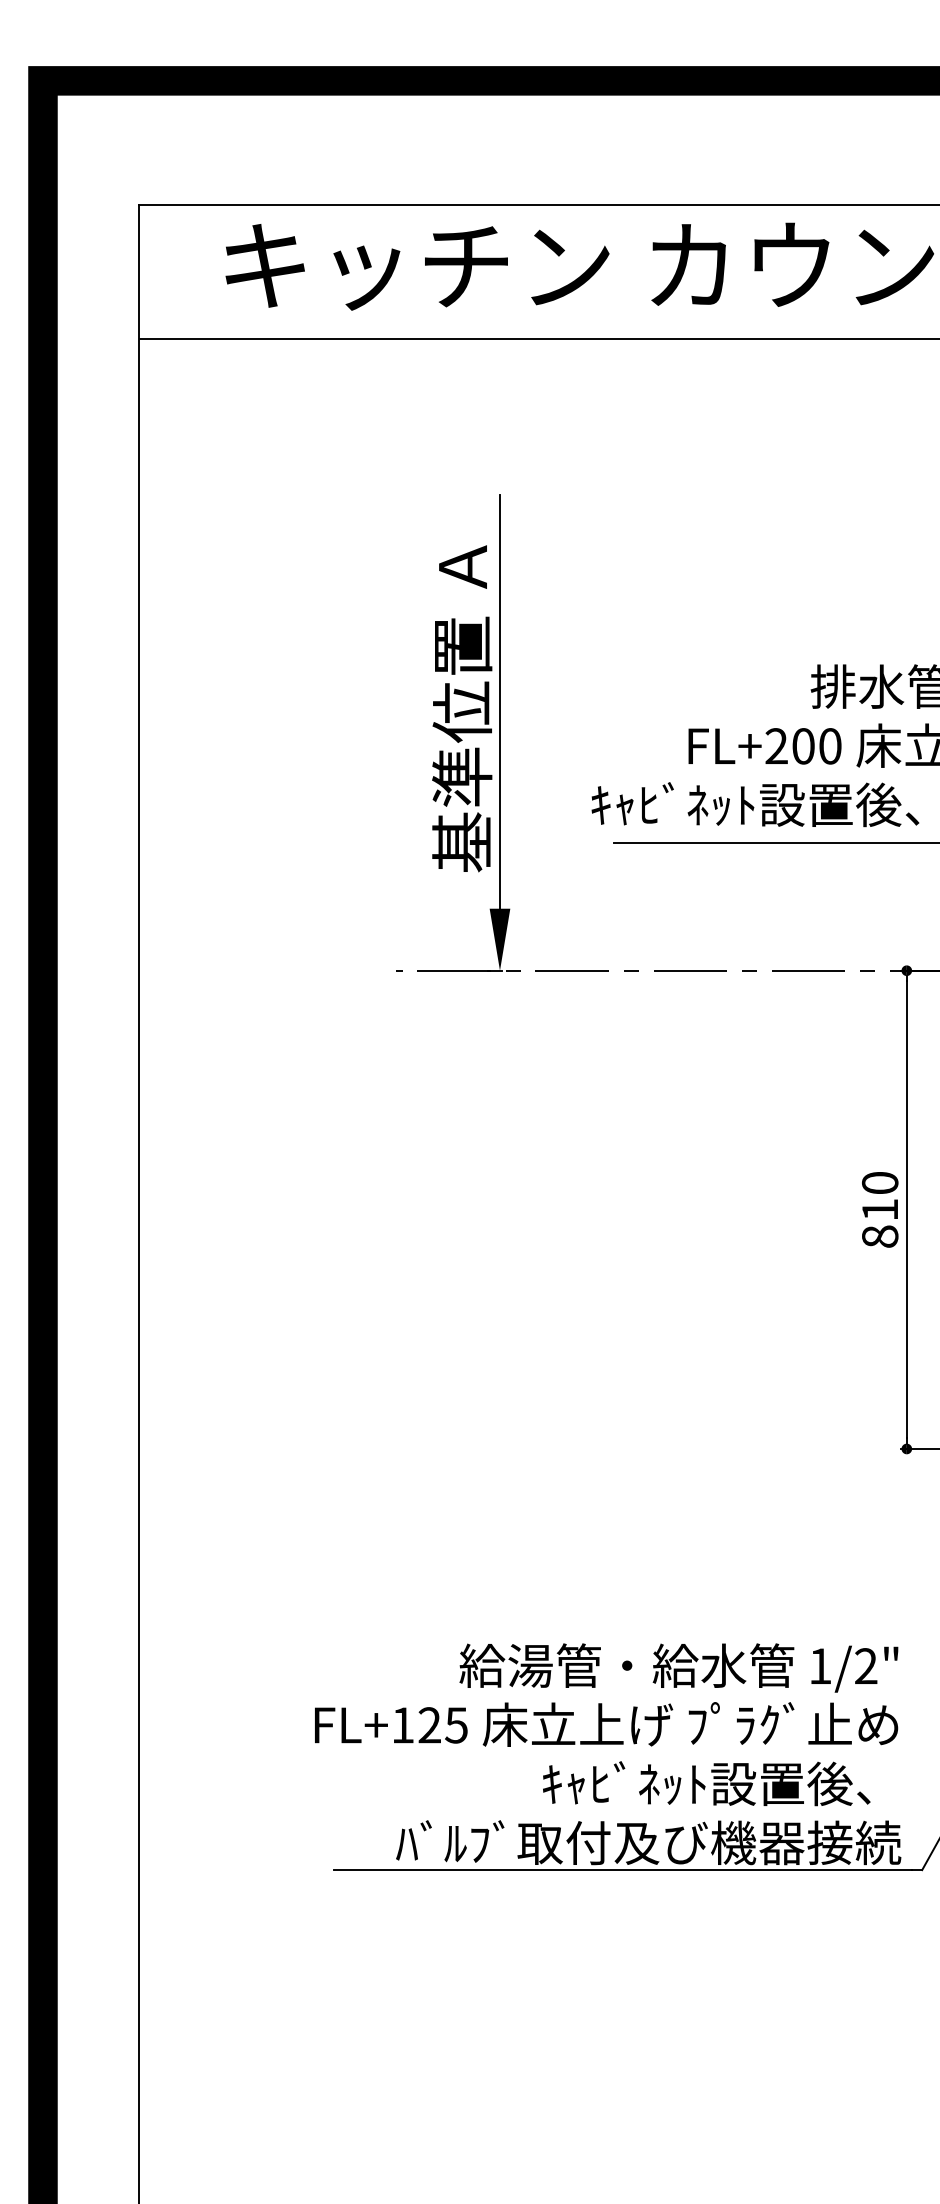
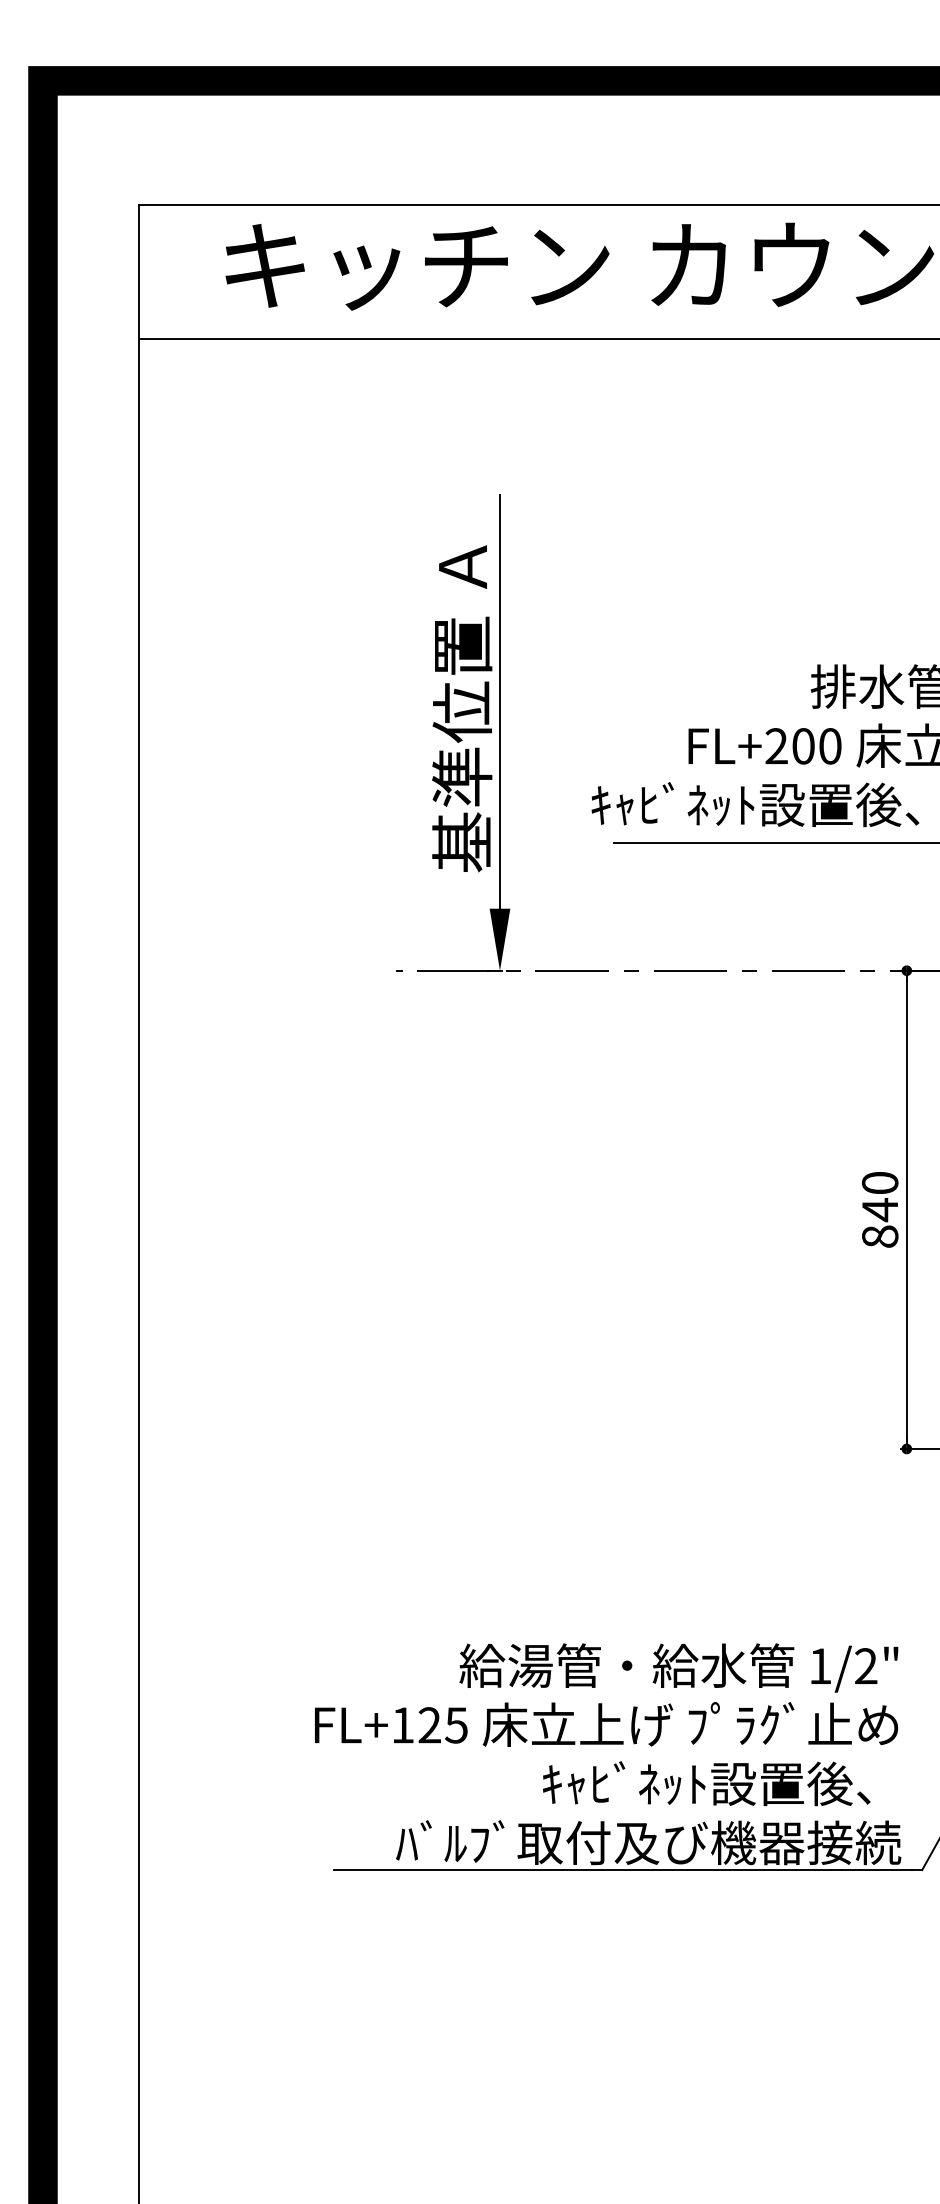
text at (879, 1210): 810 -> 840
